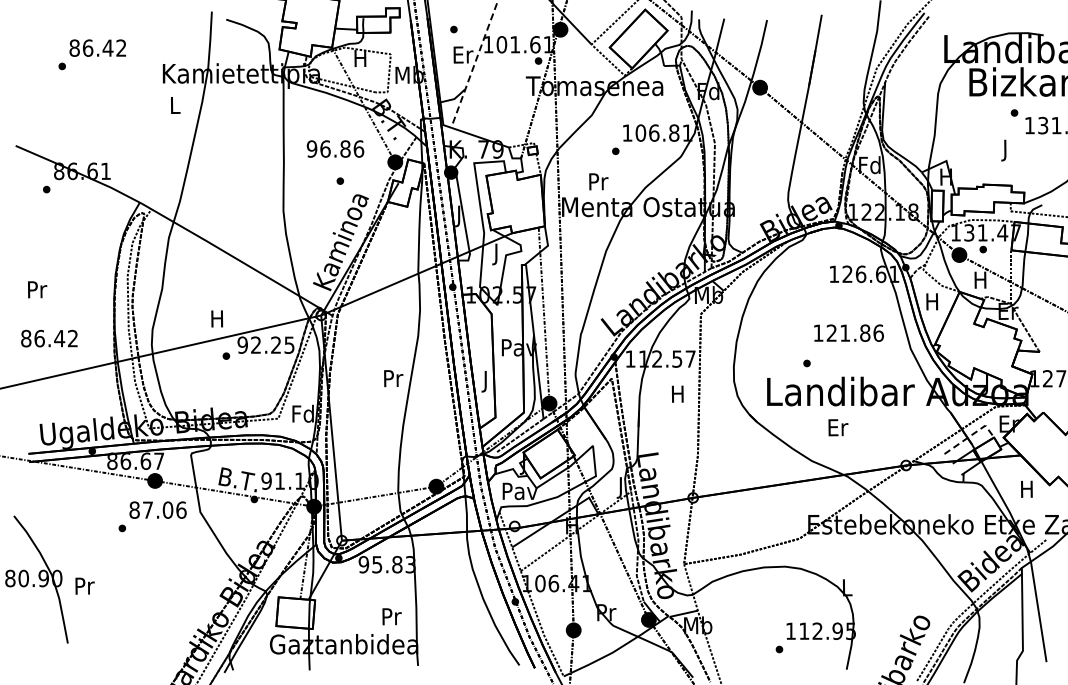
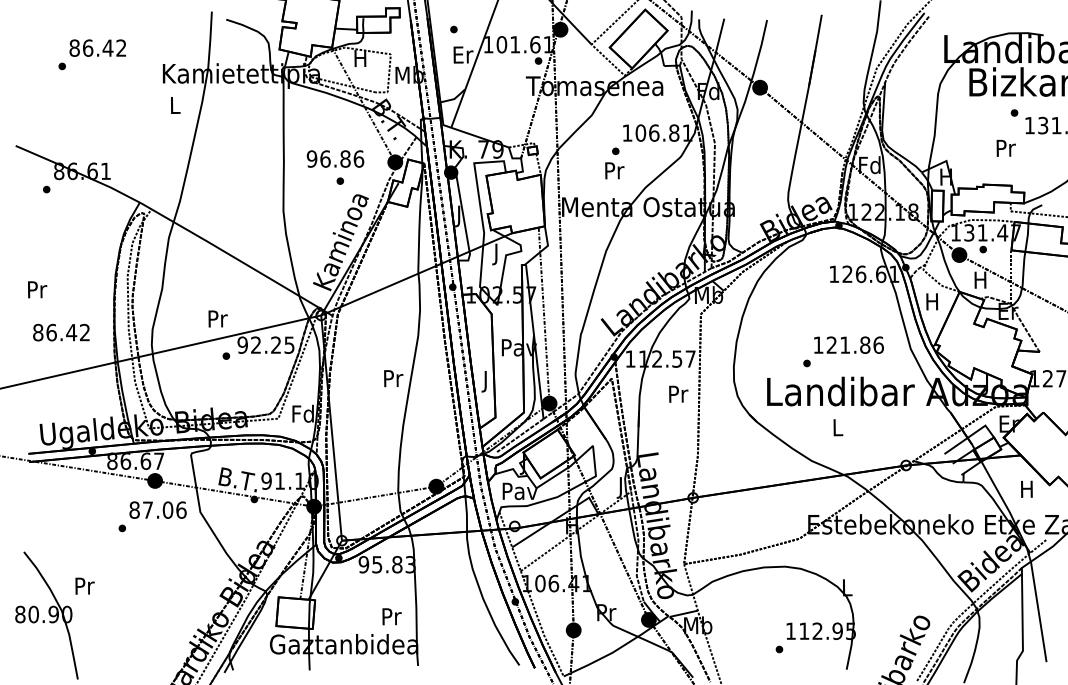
line at (474, 64): dashed -> solid
text at (335, 148) position: (335, 148) -> (335, 158)
text at (1005, 150): J -> Pr
text at (598, 181) position: (598, 181) -> (614, 170)
text at (217, 318): H -> Pr
text at (848, 332) position: (848, 332) -> (848, 344)
text at (49, 338) position: (49, 338) -> (61, 332)
text at (678, 393): H -> Pr
text at (838, 427): Er -> L
line at (971, 435): dashed -> solid
part at (36, 579) position: (36, 579) -> (46, 615)
